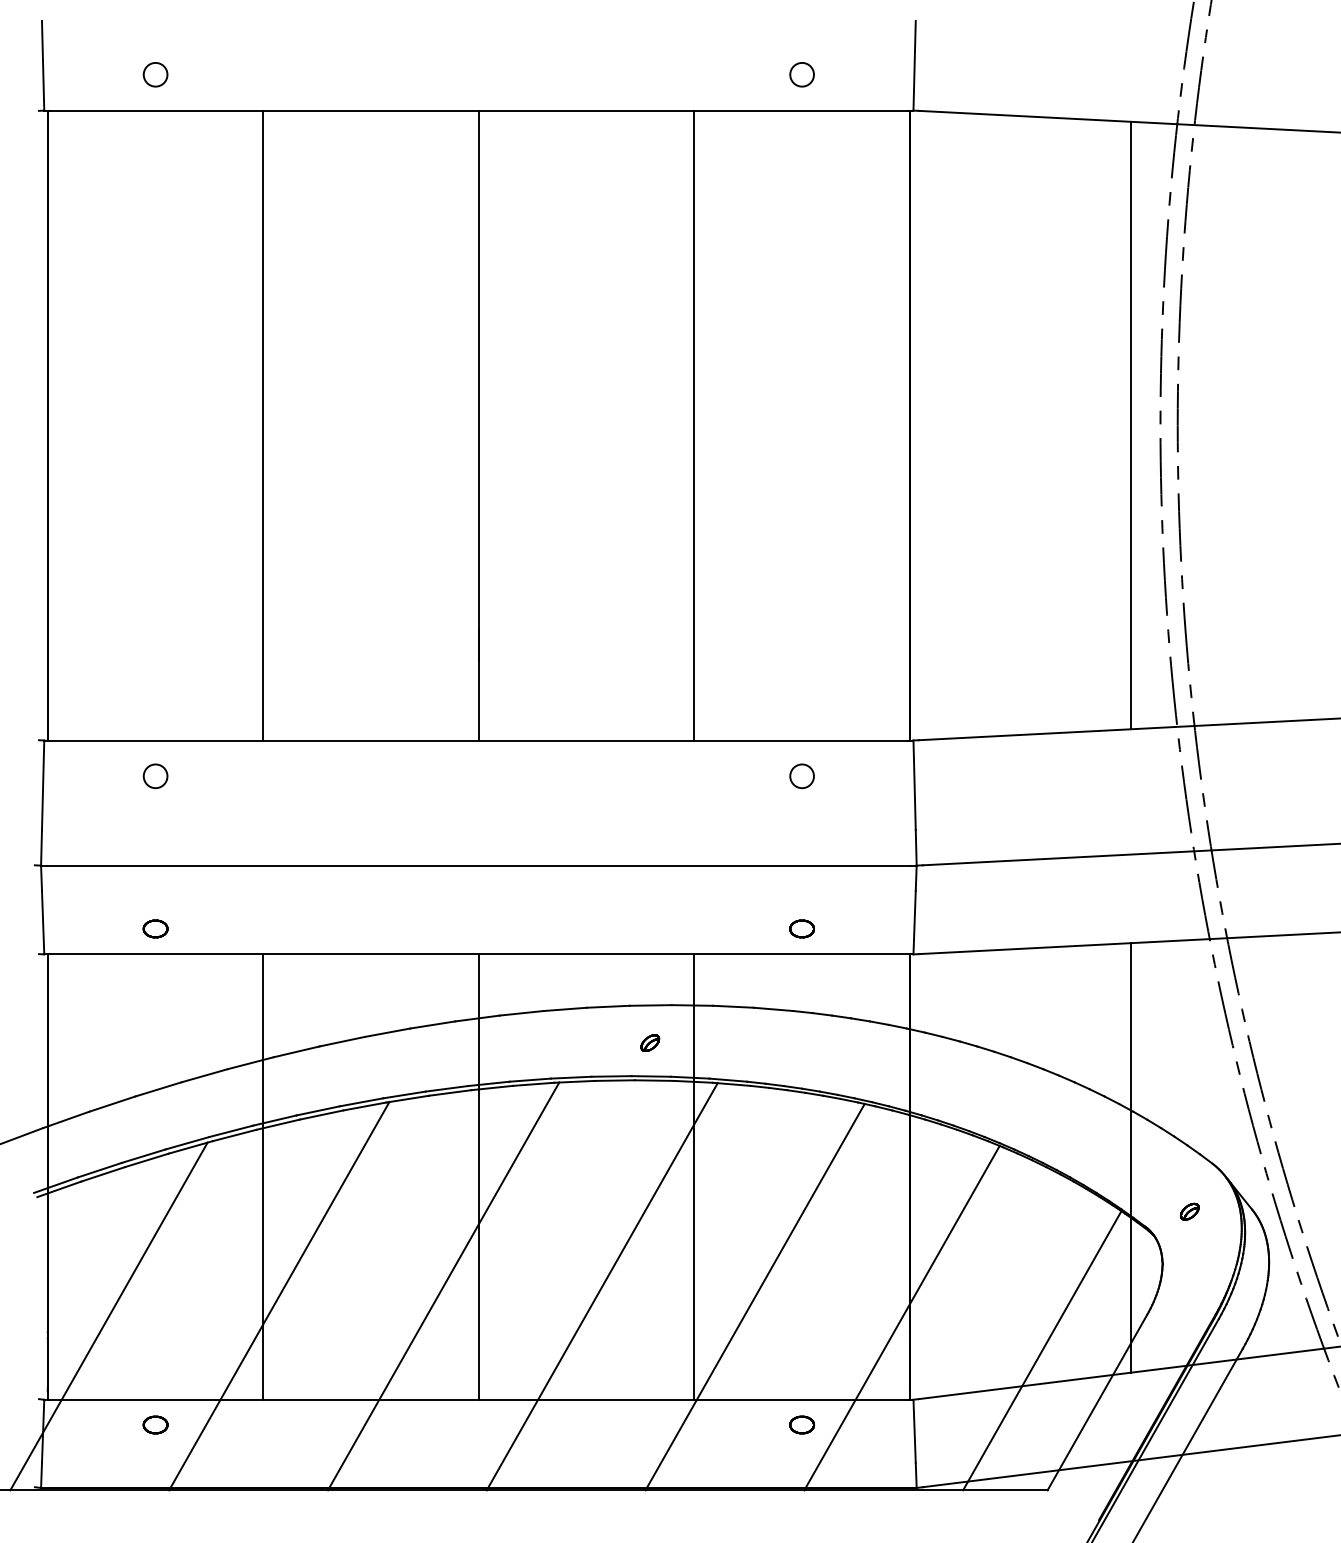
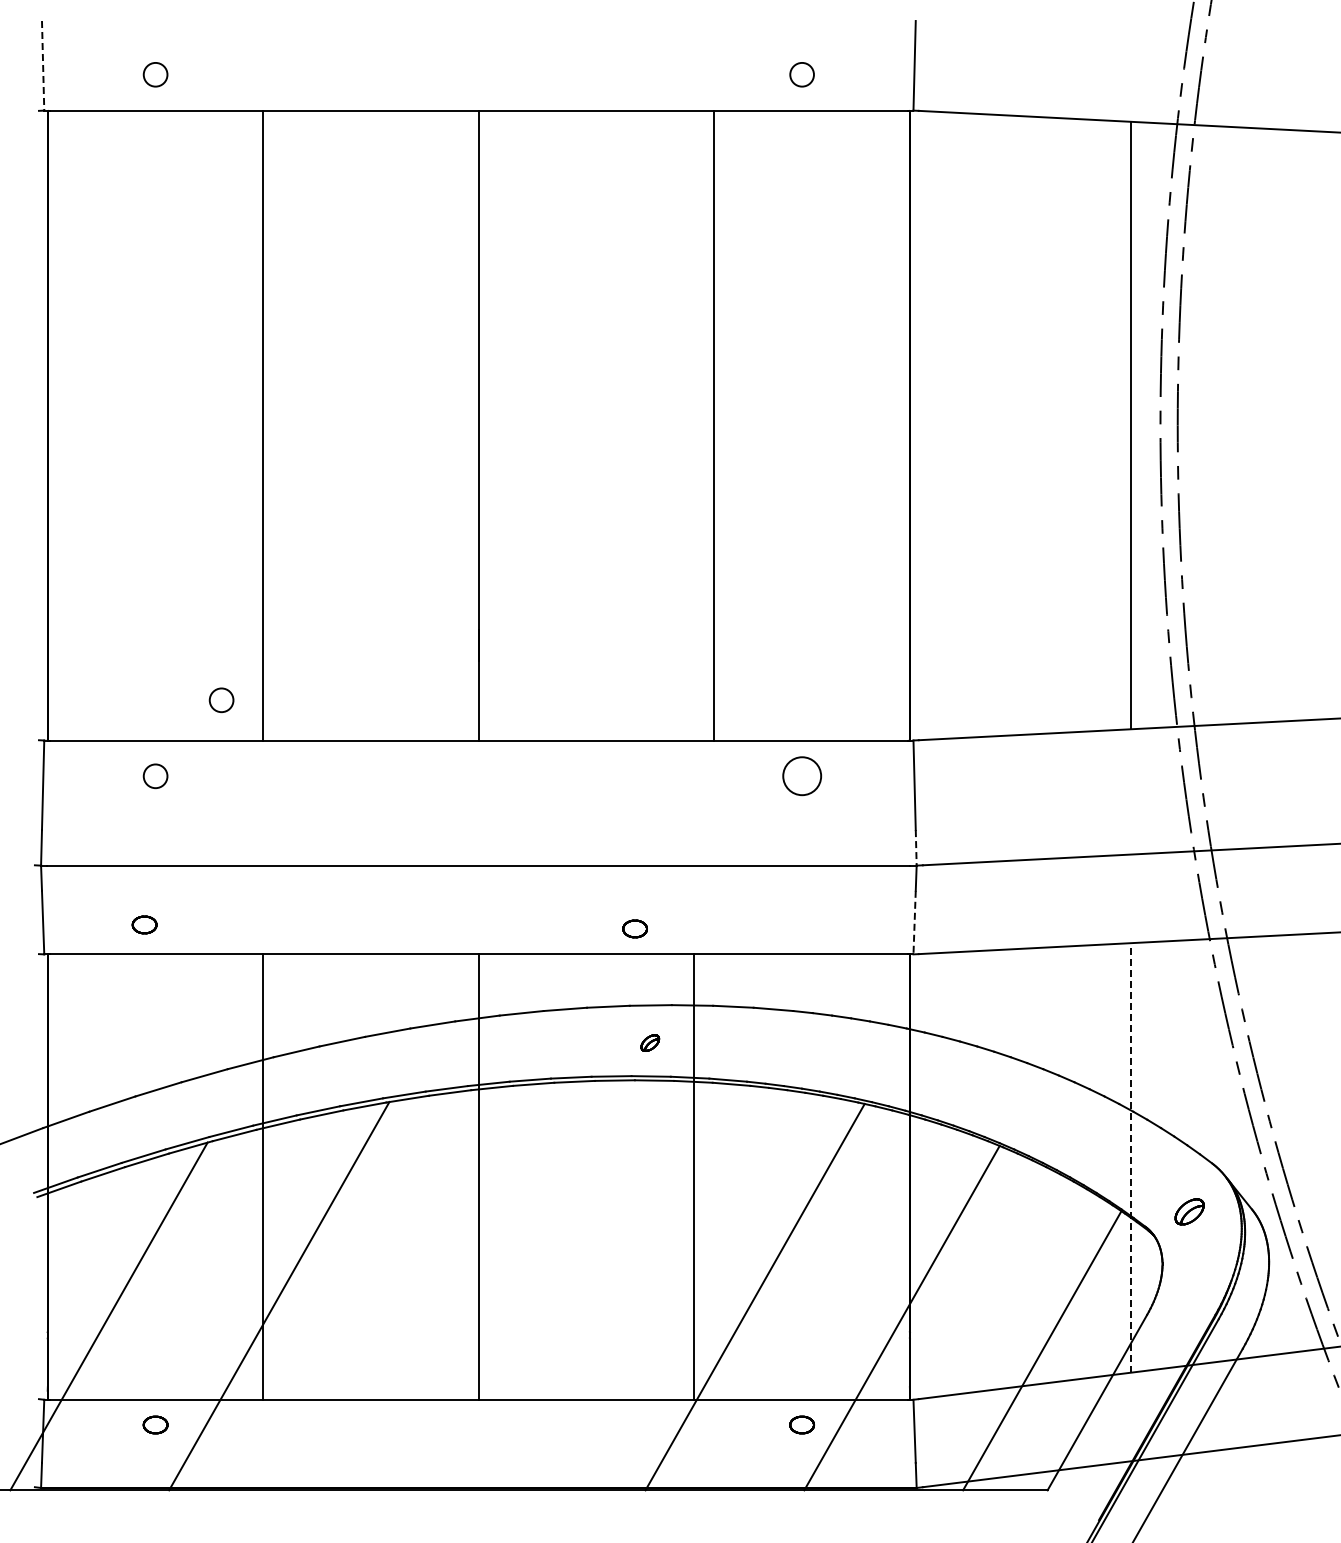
line at (43, 65): solid -> dashed
line at (694, 425) position: (694, 425) -> (714, 425)
circle at (221, 700): none -> present
circle at (801, 776) size: 26x27 px -> 41x41 px
line at (916, 847): solid -> dashed
line at (914, 922): solid -> dashed
part at (155, 928) position: (155, 928) -> (144, 924)
part at (801, 928) position: (801, 928) -> (634, 928)
line at (1131, 1157): solid -> dashed
part at (1189, 1211) size: 20x19 px -> 31x28 px
line at (443, 1286): present -> none
line at (601, 1286): present -> none
